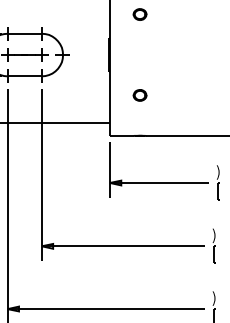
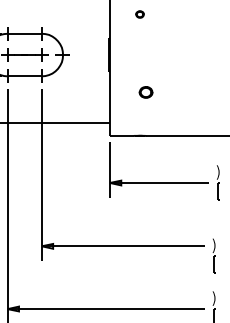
part at (139, 14) size: 16x13 px -> 10x9 px
part at (139, 95) position: (139, 95) -> (145, 92)
part at (213, 245) position: (213, 245) -> (213, 255)
